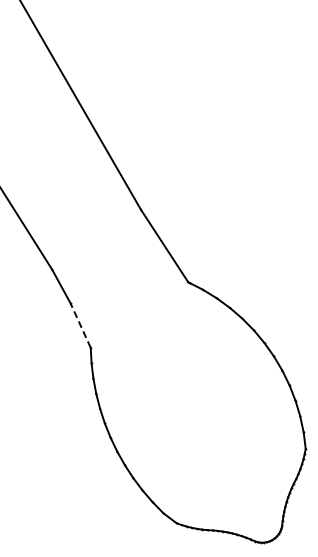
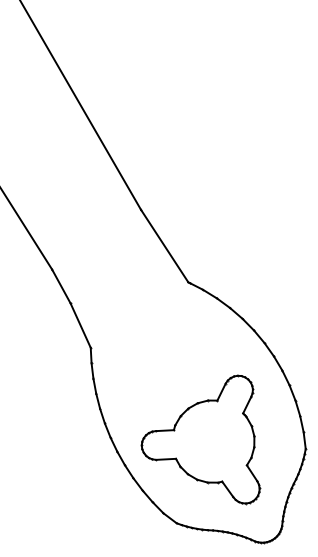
line at (80, 325): dashed -> solid
part at (200, 439): none -> present
